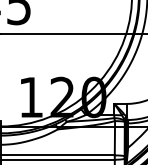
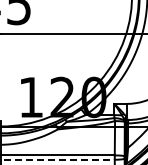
line at (57, 159): solid -> dashed
